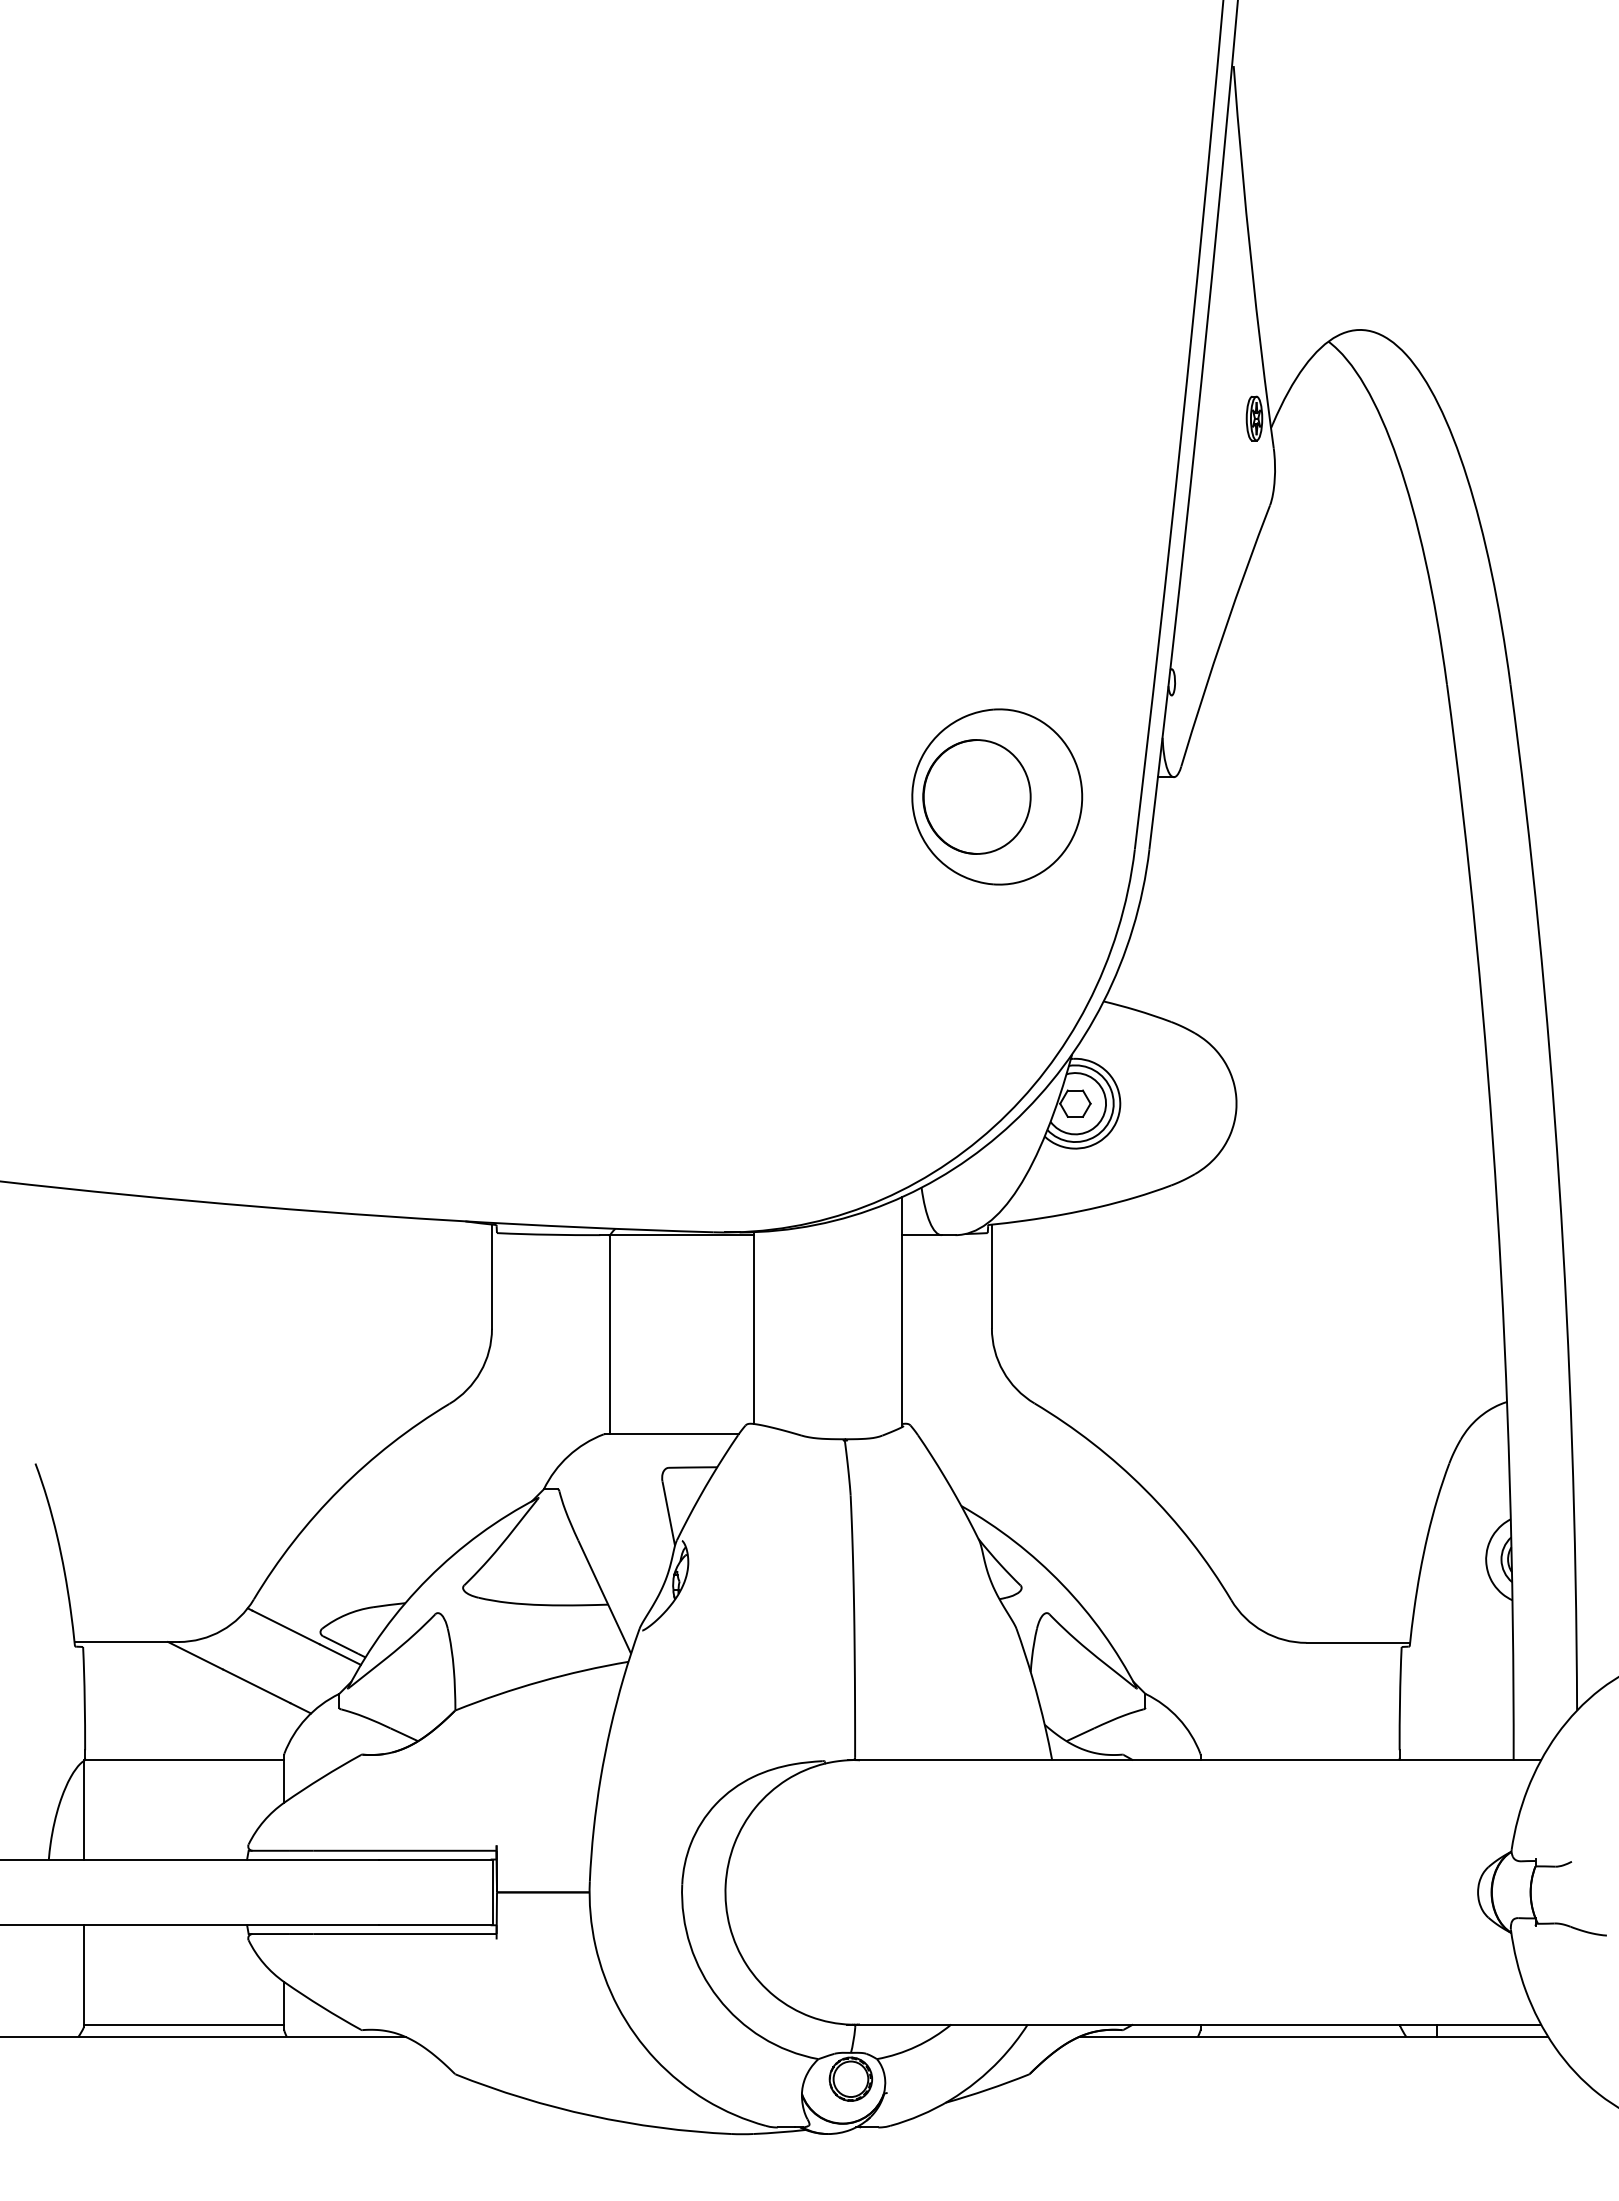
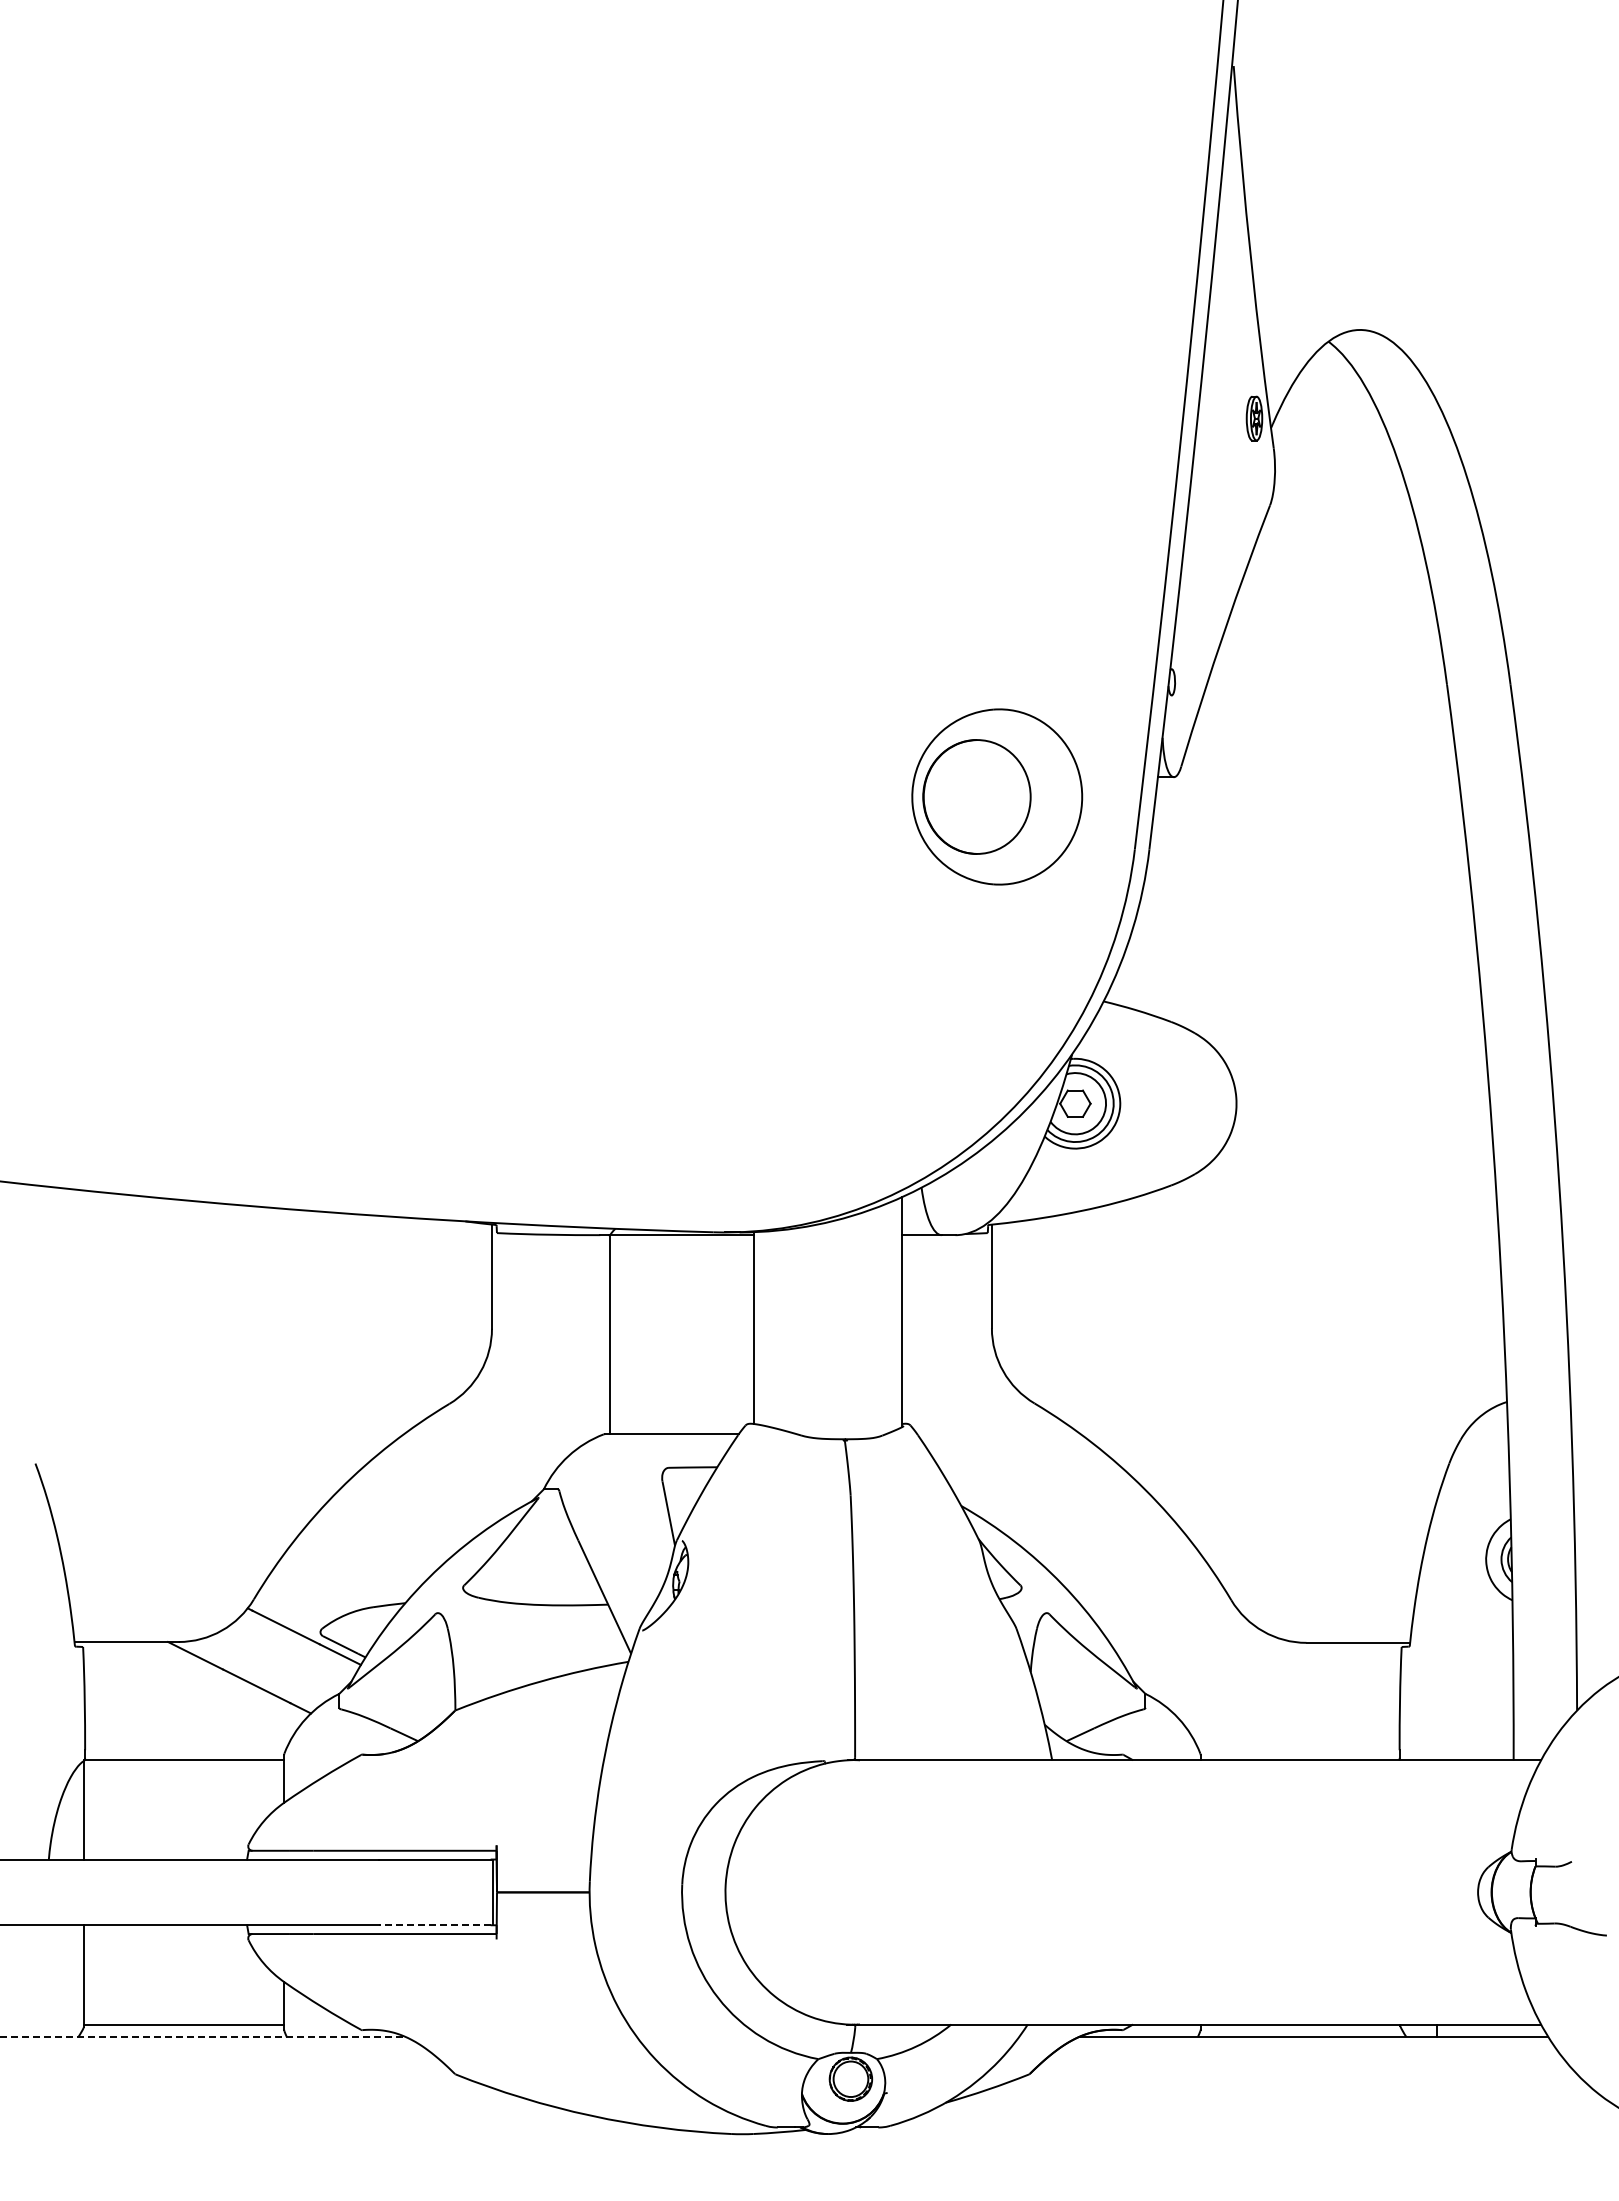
line at (434, 1925): solid -> dashed
line at (203, 2036): solid -> dashed
